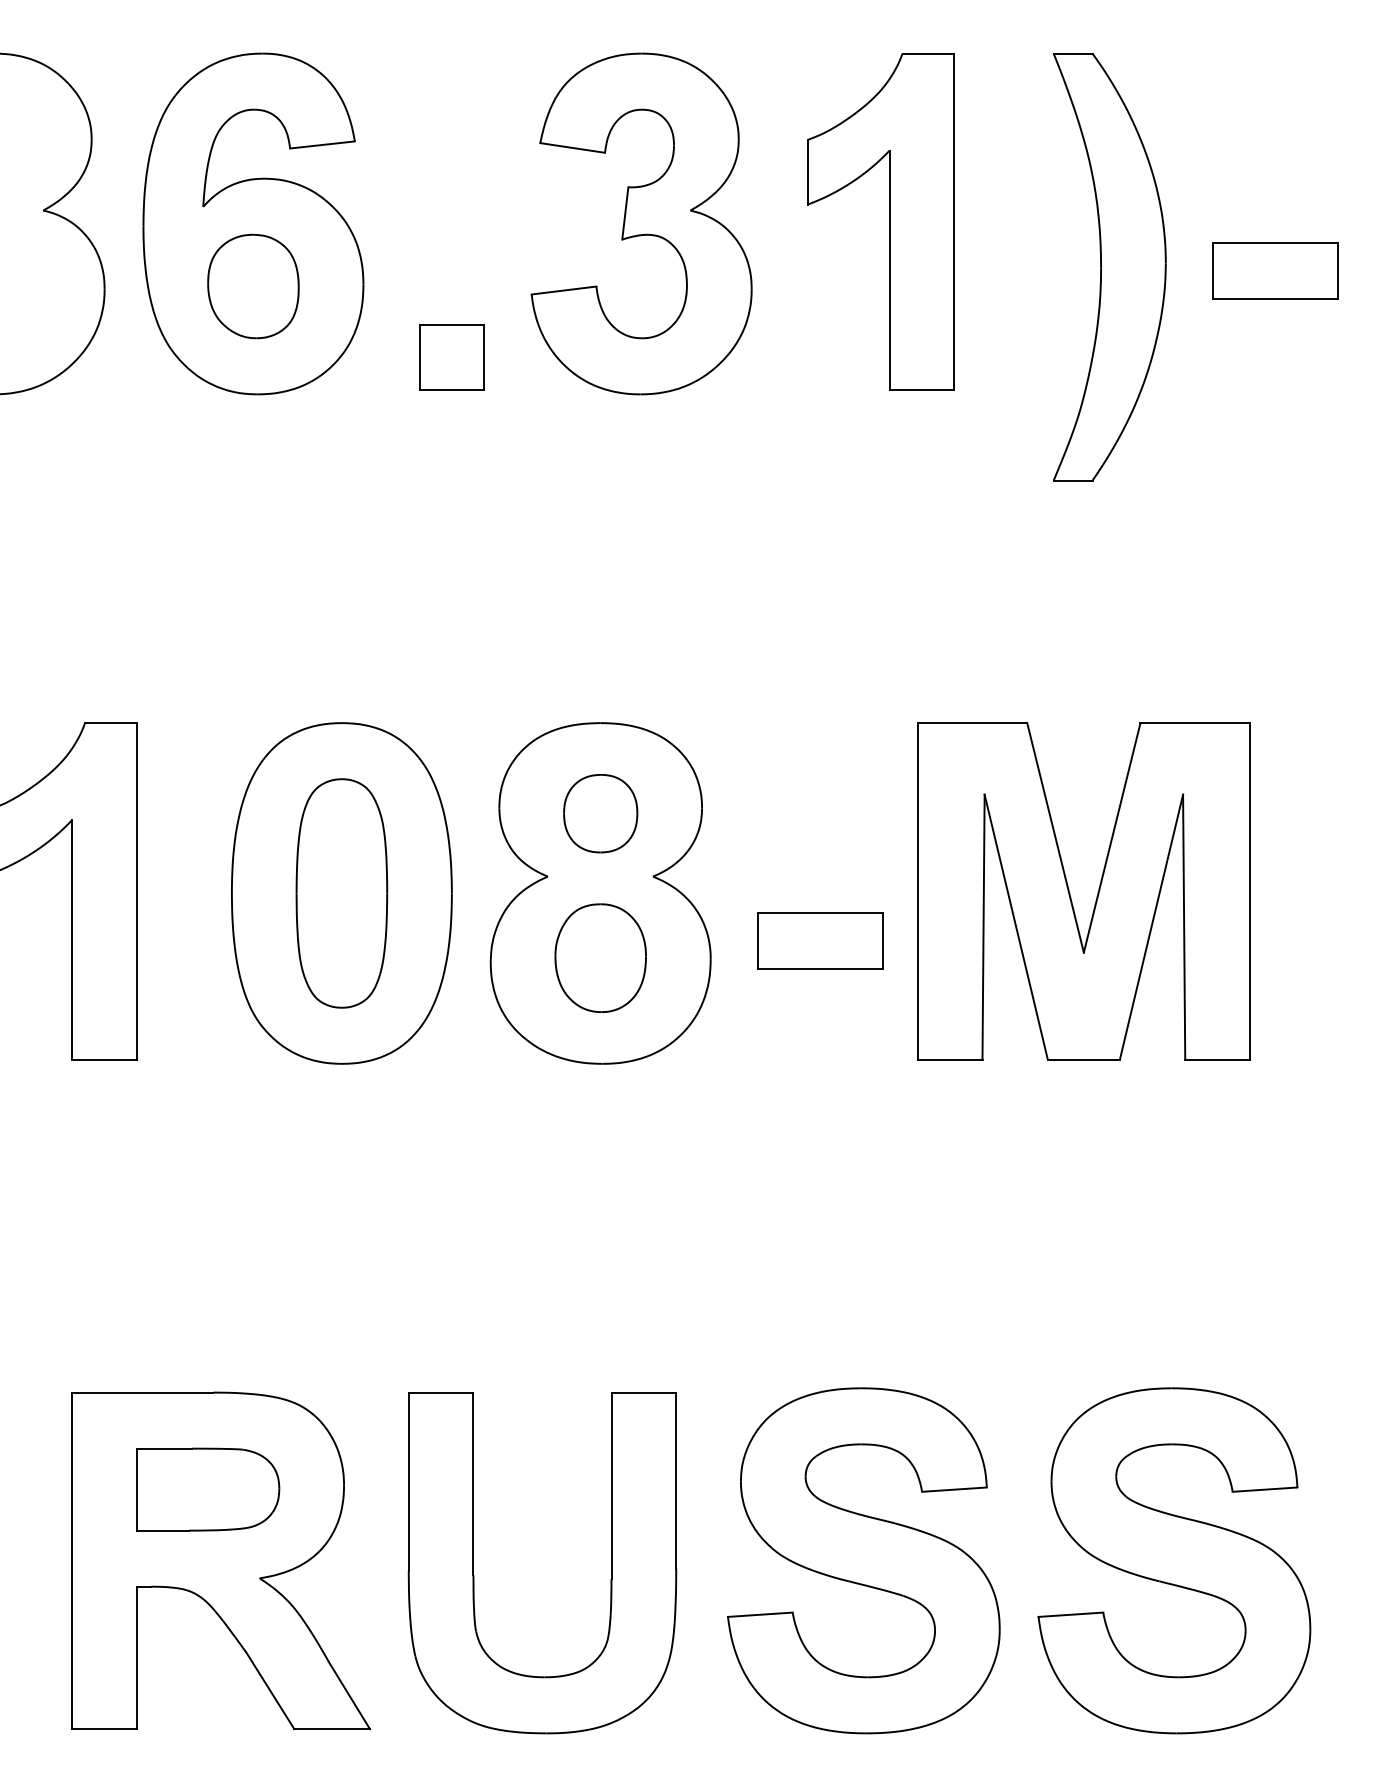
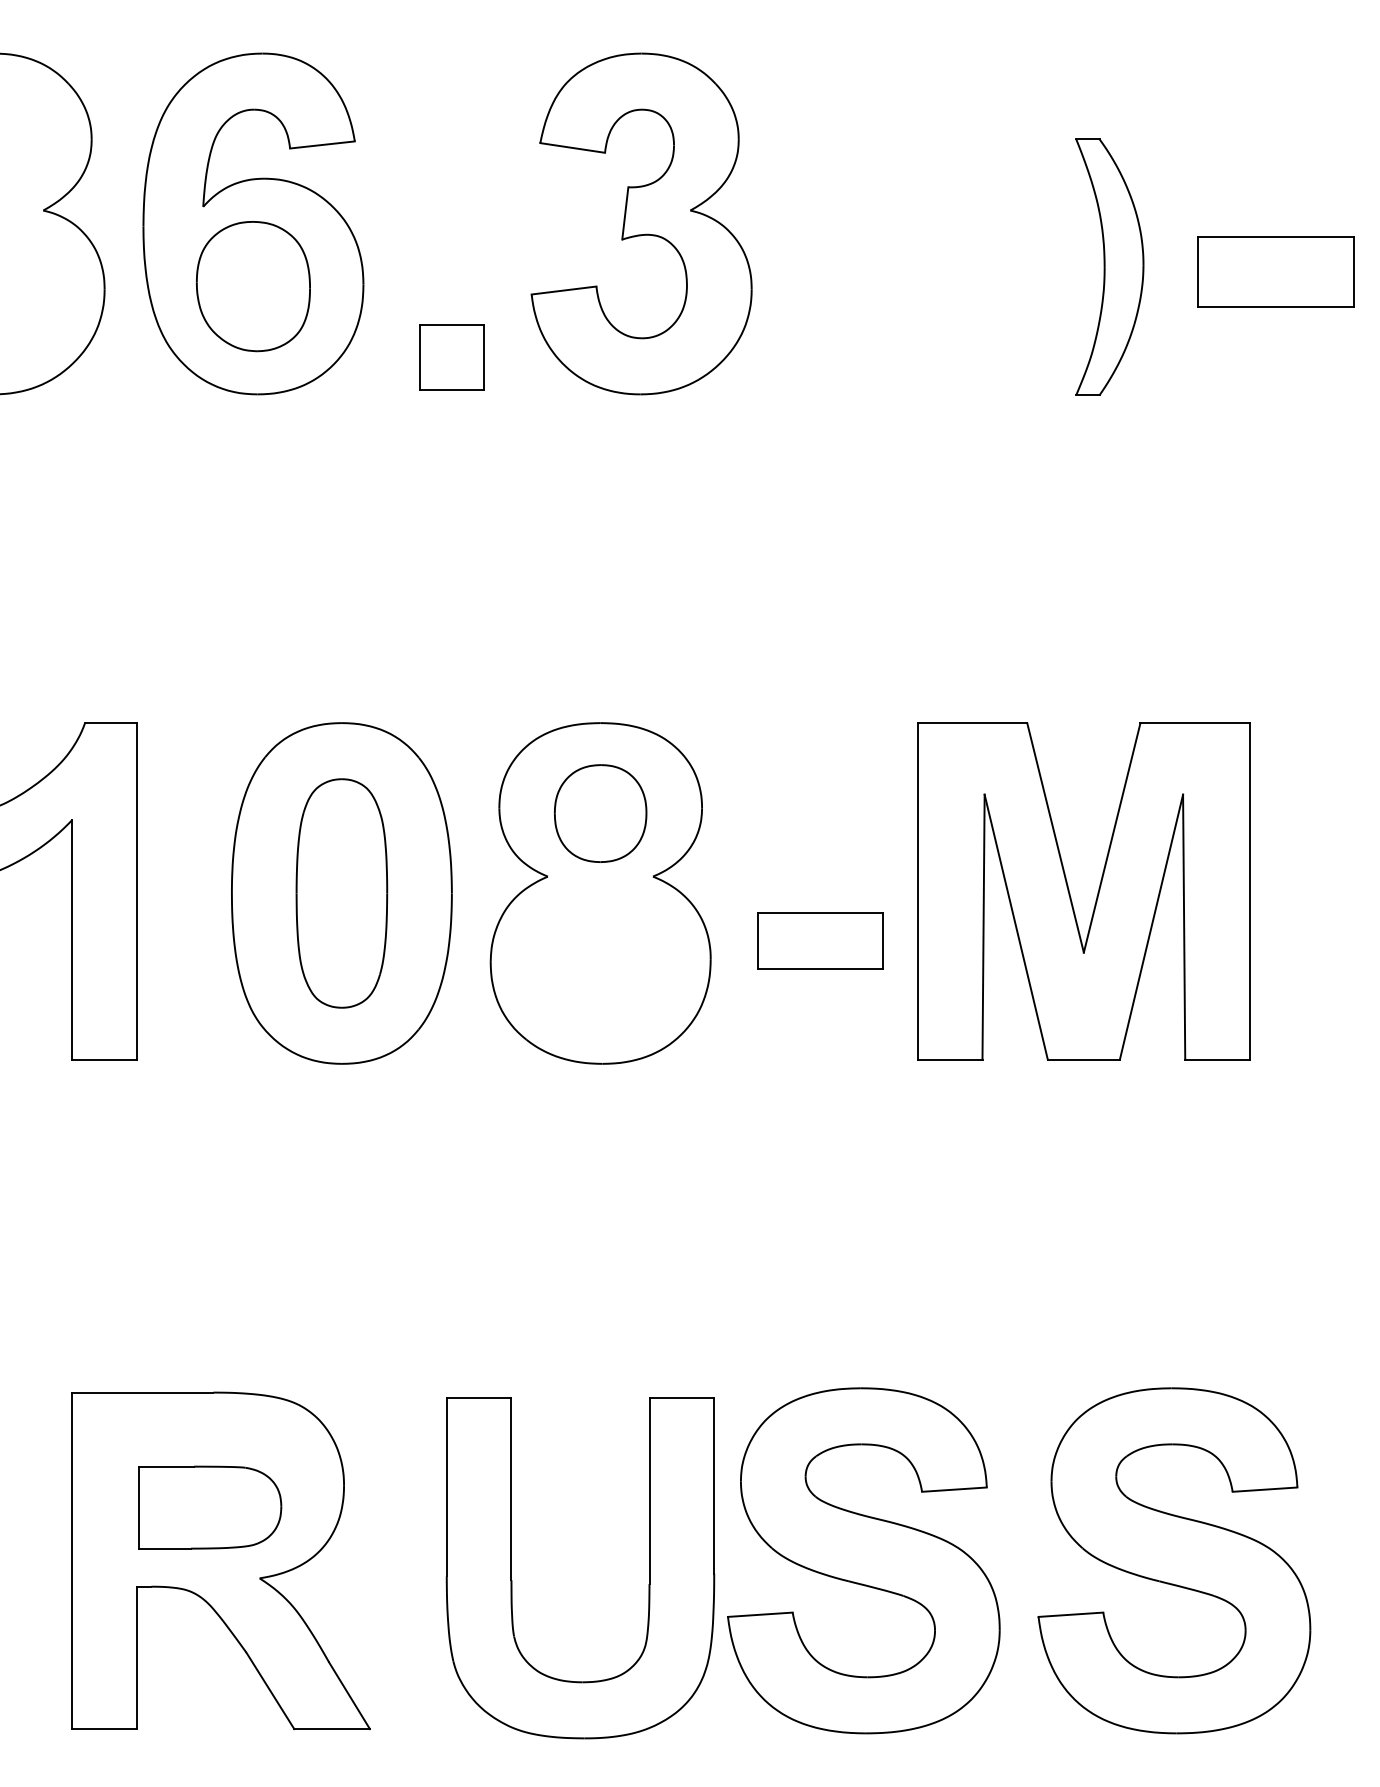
part at (889, 221): present -> none
part at (1109, 267) size: 114x429 px -> 70x258 px
part at (1275, 270) size: 127x58 px -> 158x72 px
part at (253, 286) size: 93x107 px -> 115x132 px
part at (600, 813) size: 76x80 px -> 94x99 px
part at (600, 957): present -> none
part at (208, 1489) position: (208, 1489) -> (210, 1507)
part at (473, 1563) position: (473, 1563) -> (511, 1568)
